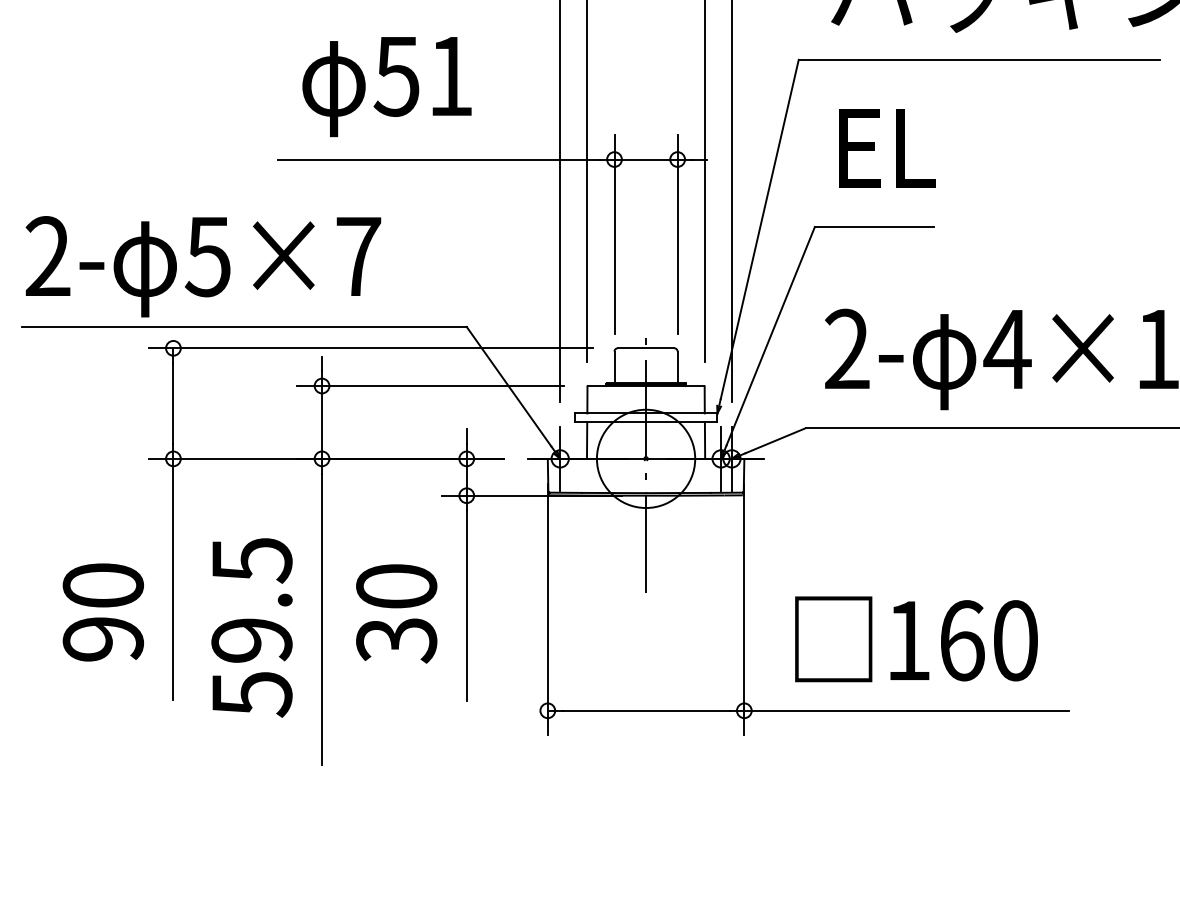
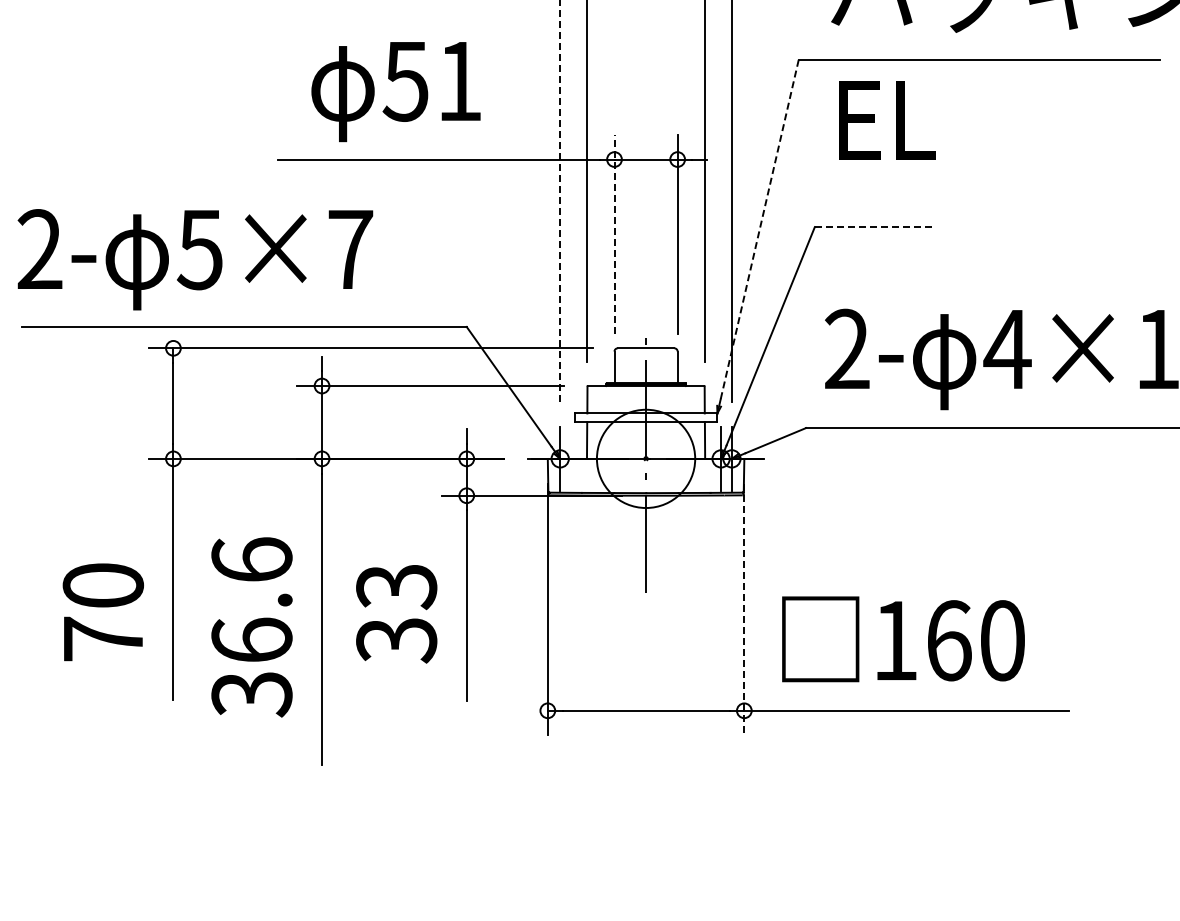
text at (386, 87) position: (386, 87) -> (395, 92)
text at (887, 148) position: (887, 148) -> (887, 120)
line at (560, 201): solid -> dashed
line at (874, 227): solid -> dashed
line at (759, 228): solid -> dashed
line at (614, 233): solid -> dashed
text at (203, 266) position: (203, 266) -> (195, 259)
text at (396, 587): 30 -> 33
line at (744, 609): solid -> dashed
text at (251, 627): 59.5 -> 36.6
text at (103, 638): 90 -> 70
text at (916, 639) position: (916, 639) -> (903, 639)
